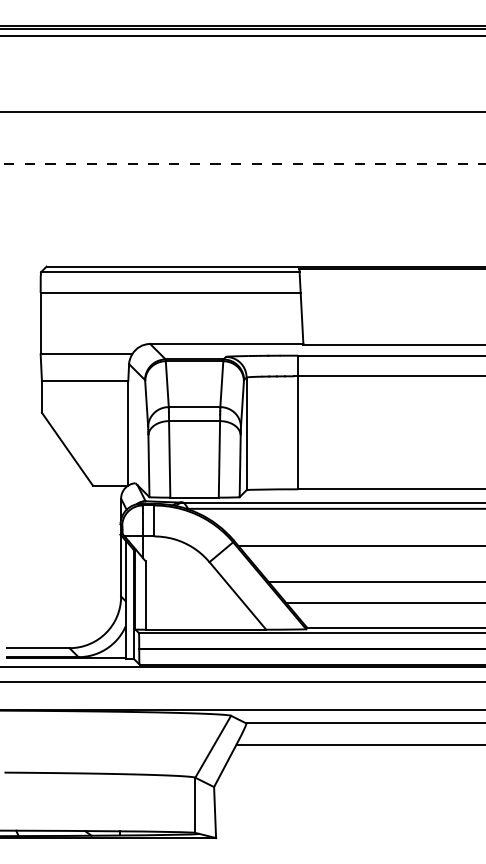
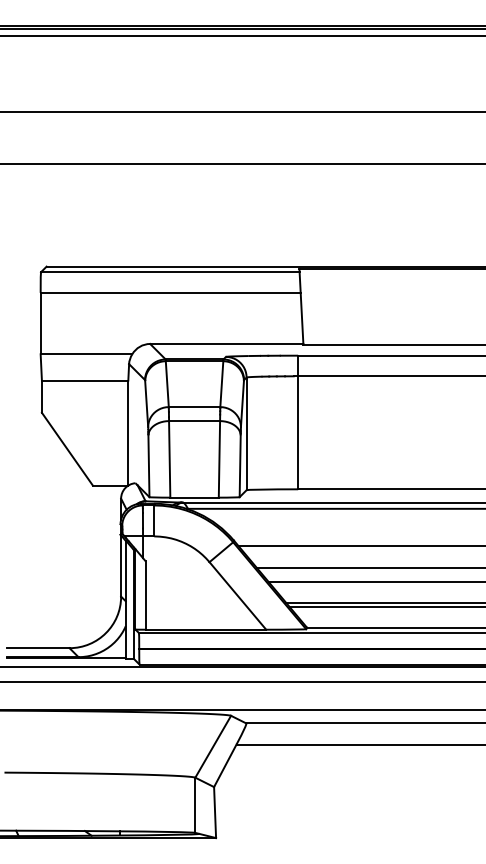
line at (242, 164): dashed -> solid
line at (369, 567): none -> present
line at (385, 606): none -> present
